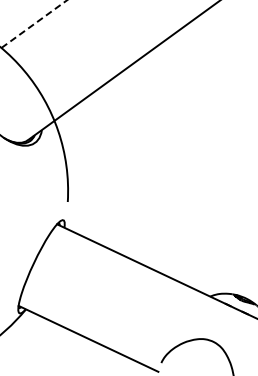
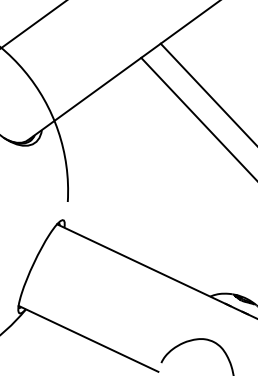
line at (33, 24): dashed -> solid
line at (207, 93): none -> present
line at (197, 117): none -> present
